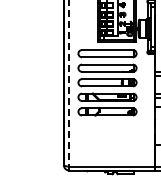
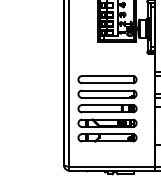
part at (107, 82) position: (107, 82) -> (107, 108)
line at (69, 85): dashed -> solid
